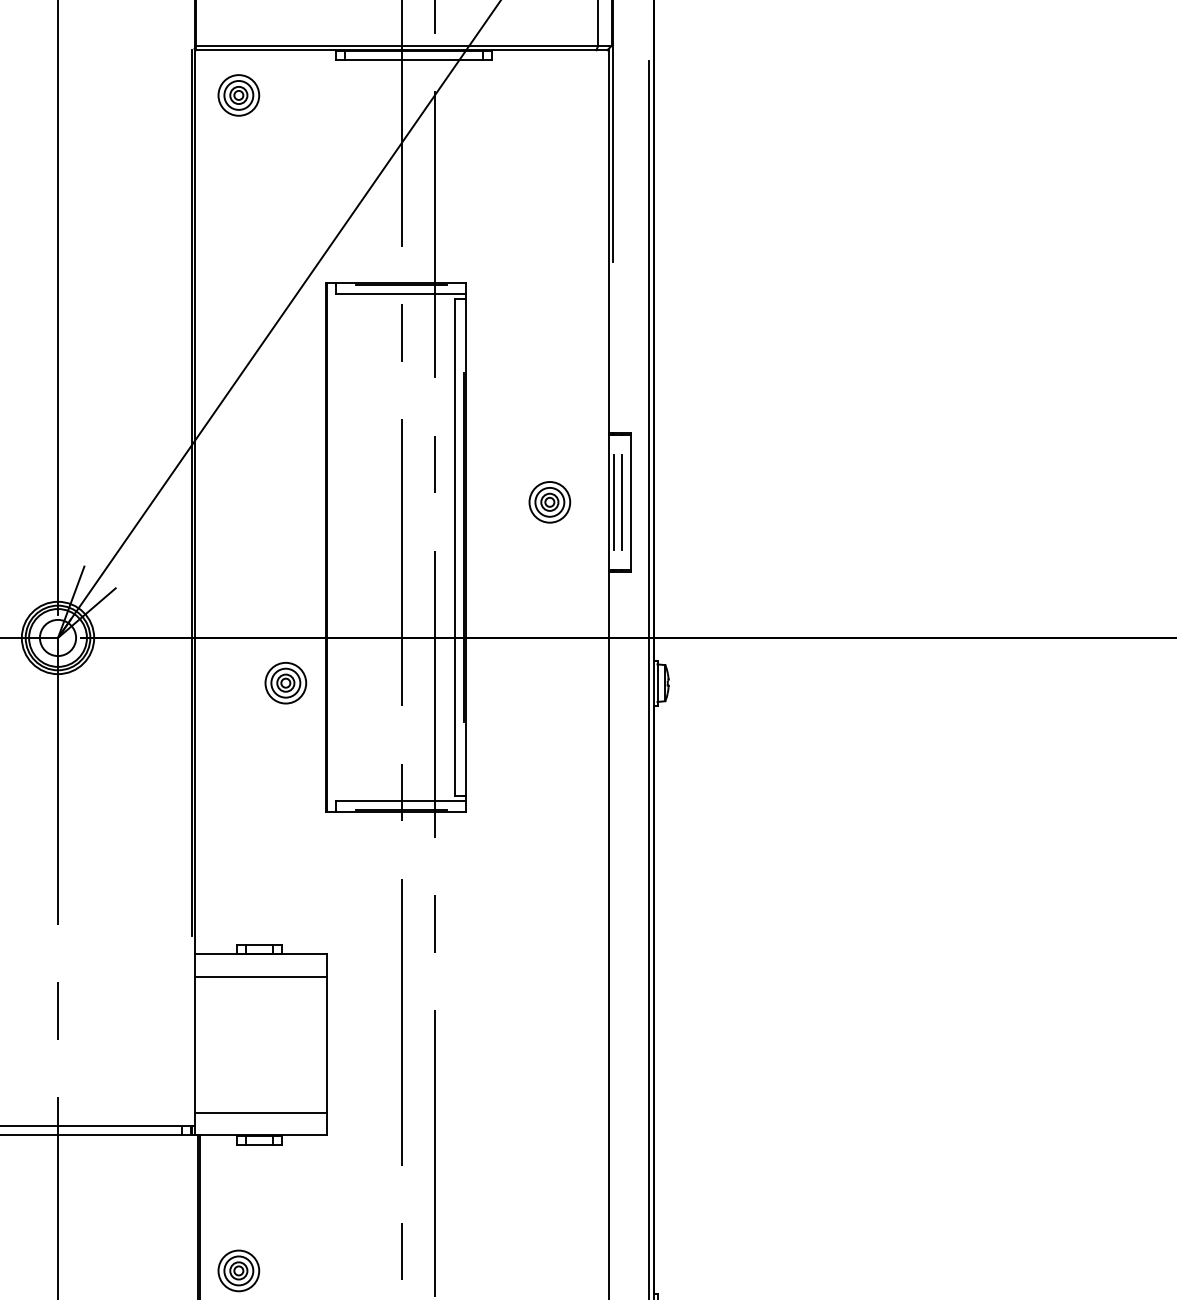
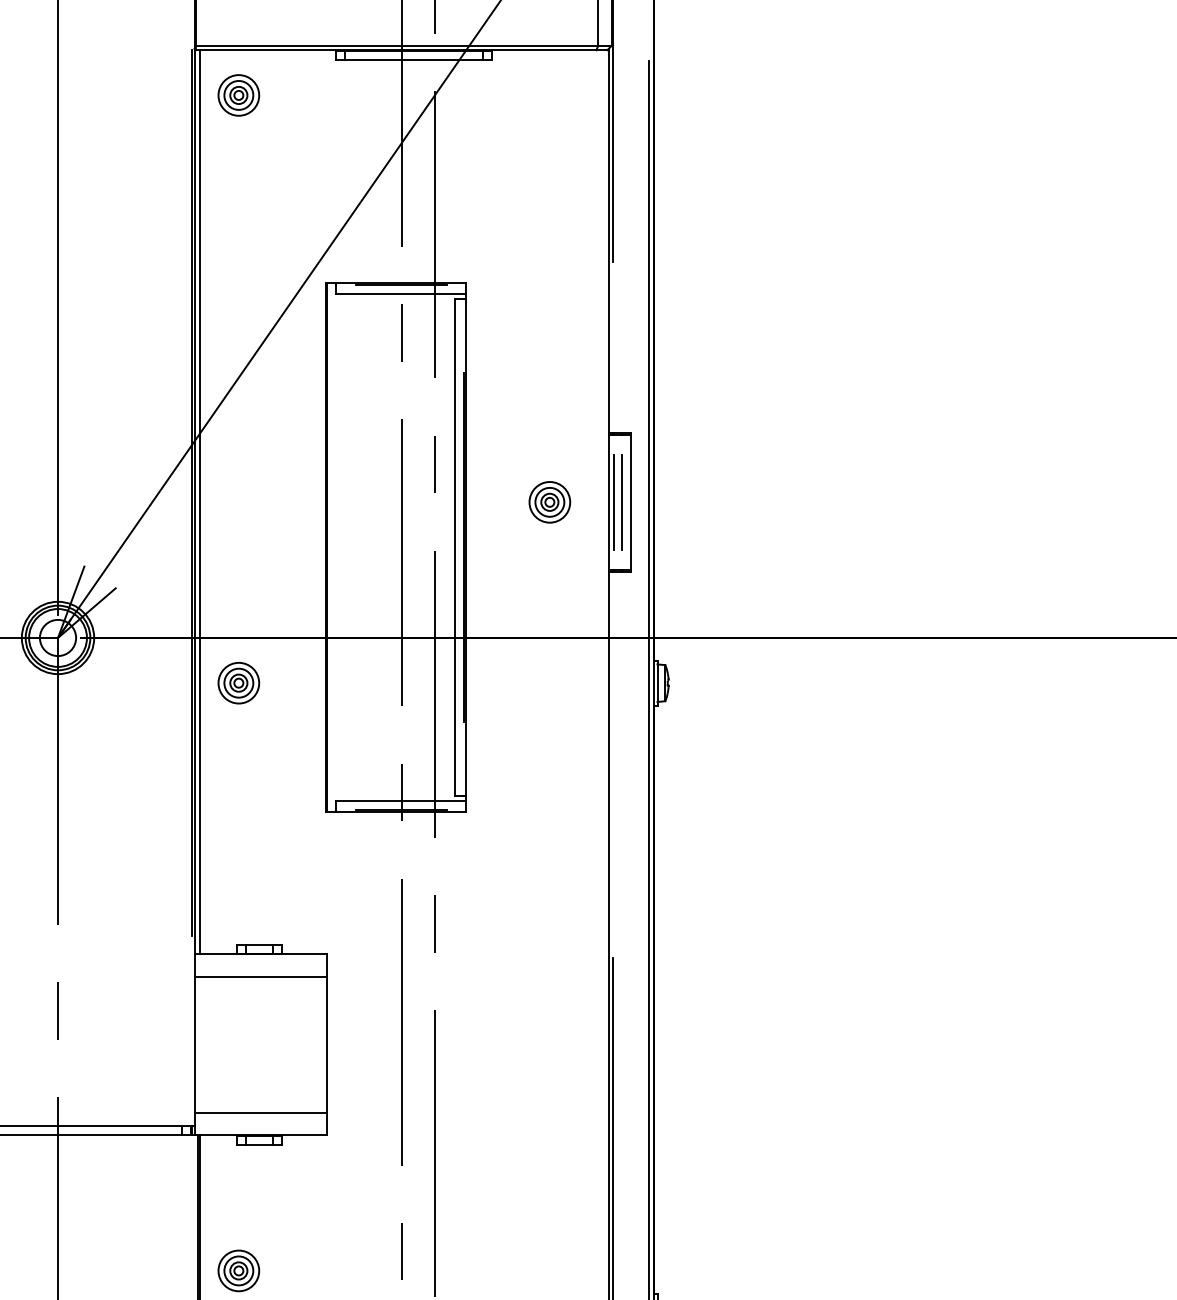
line at (200, 502): none -> present
part at (285, 683) position: (285, 683) -> (238, 683)
line at (613, 1126): none -> present
